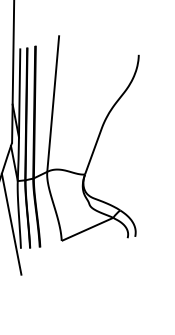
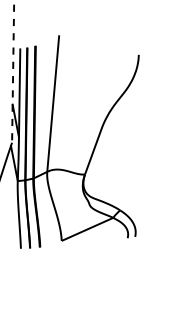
line at (13, 71): solid -> dashed
line at (11, 224): present -> none
